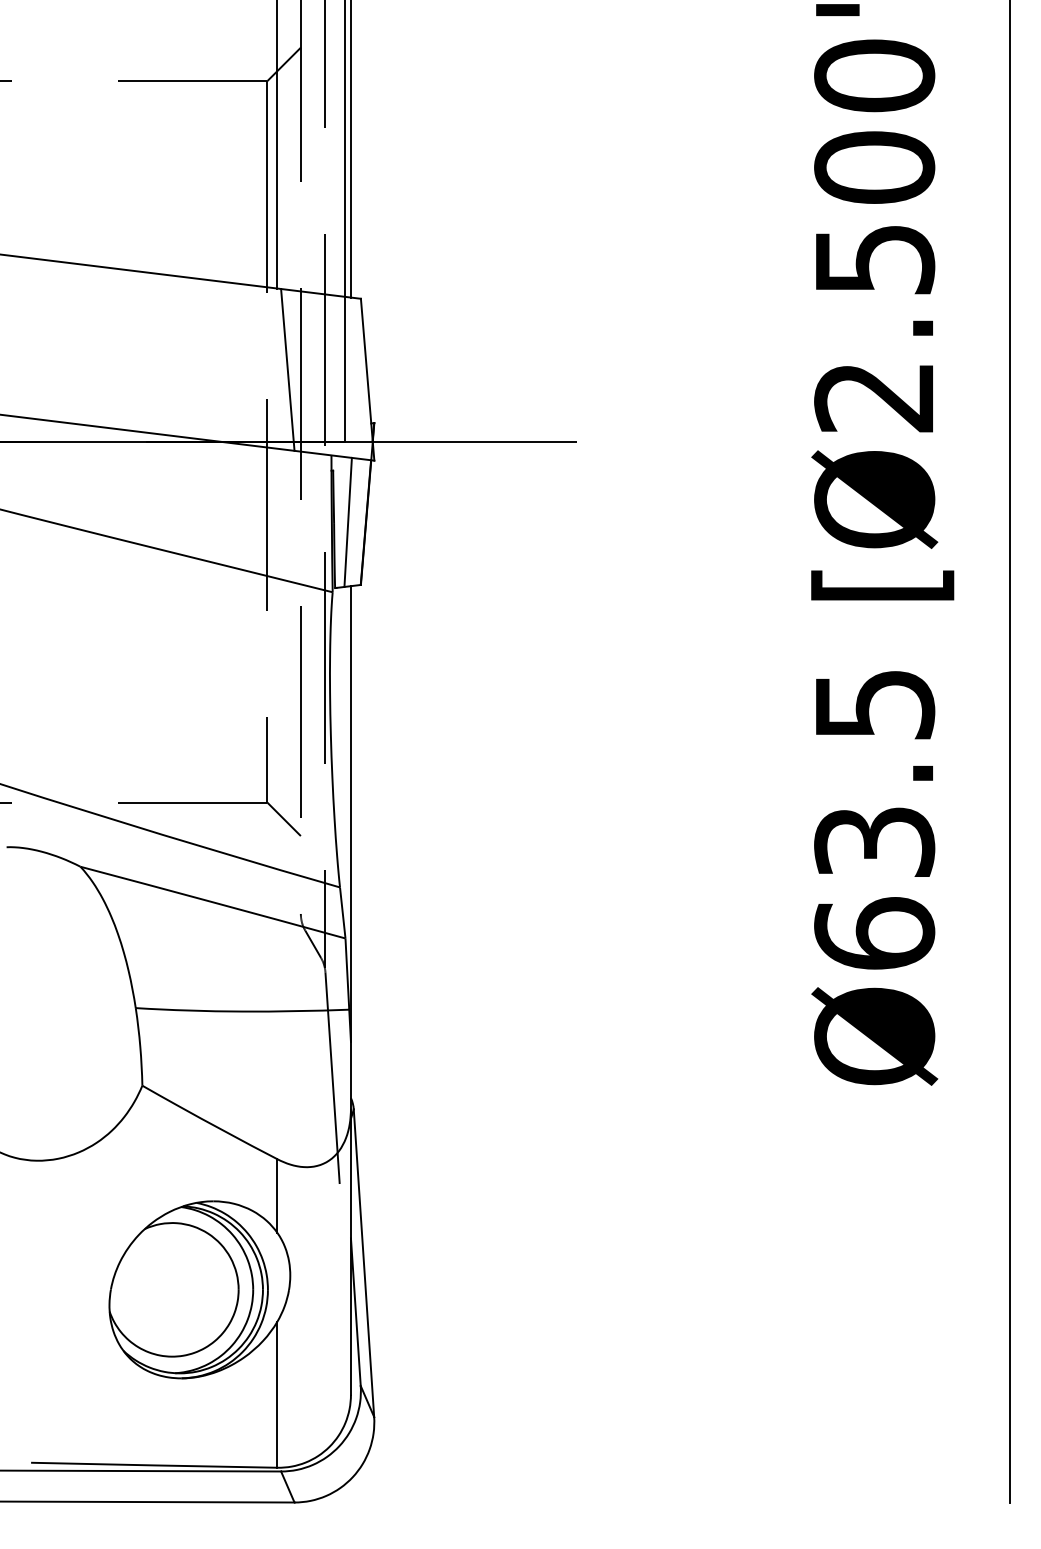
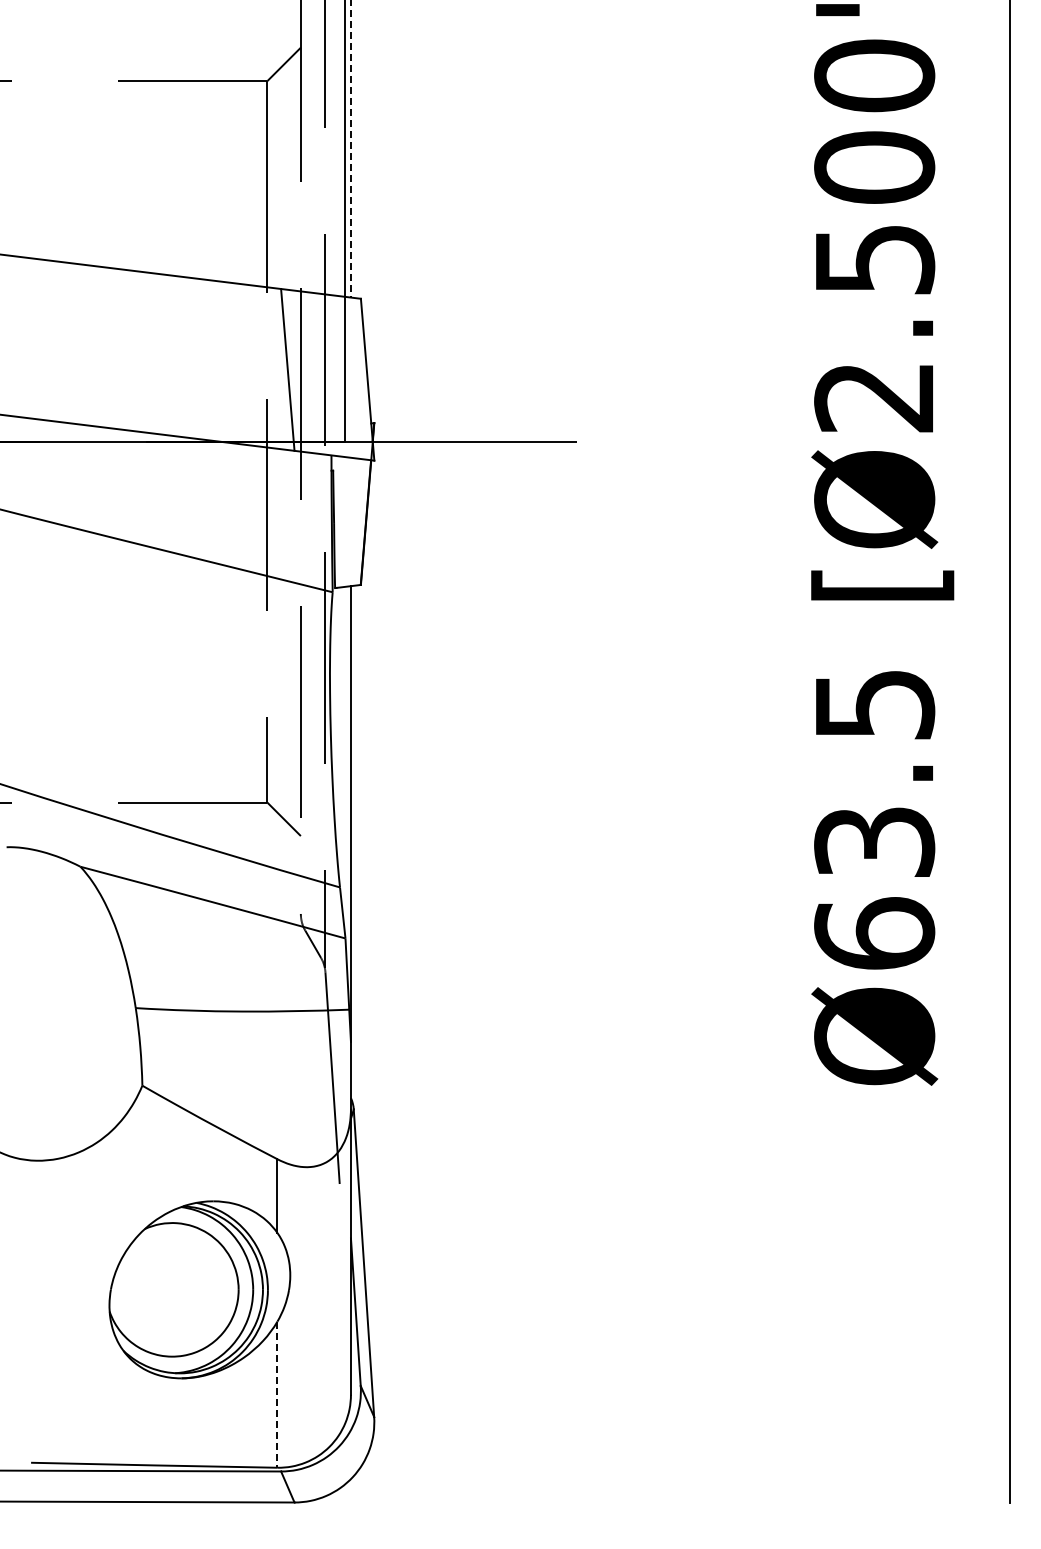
line at (277, 145): present -> none
line at (350, 149): solid -> dashed
line at (347, 521): present -> none
line at (277, 1395): solid -> dashed
